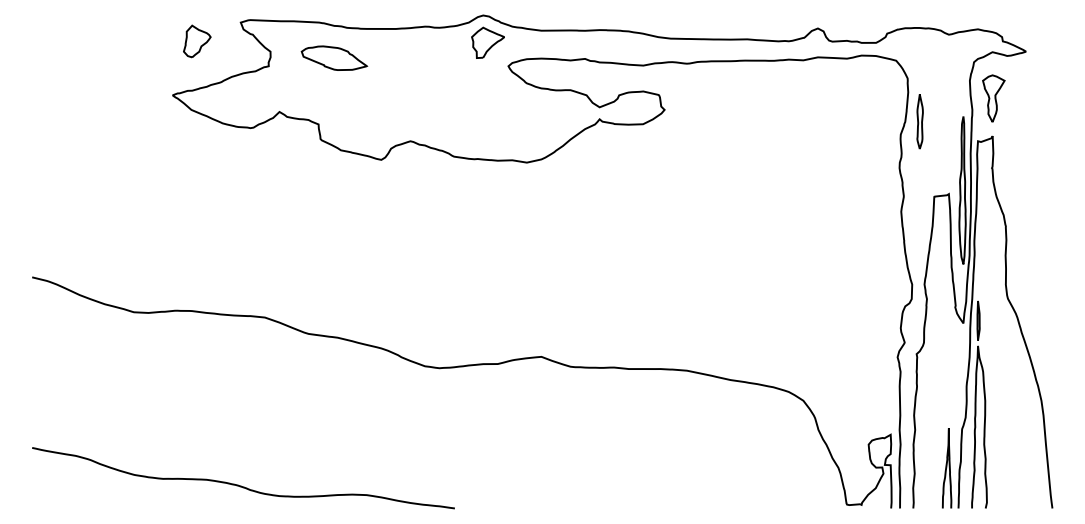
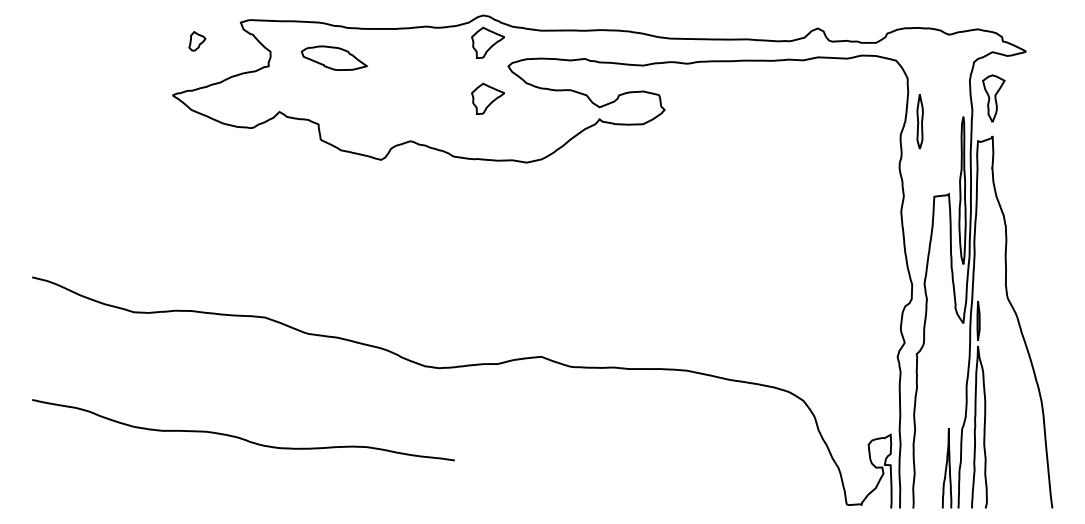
part at (197, 41) size: 29x35 px -> 19x21 px
part at (487, 98): none -> present
curve at (241, 485) position: (241, 485) -> (241, 437)
